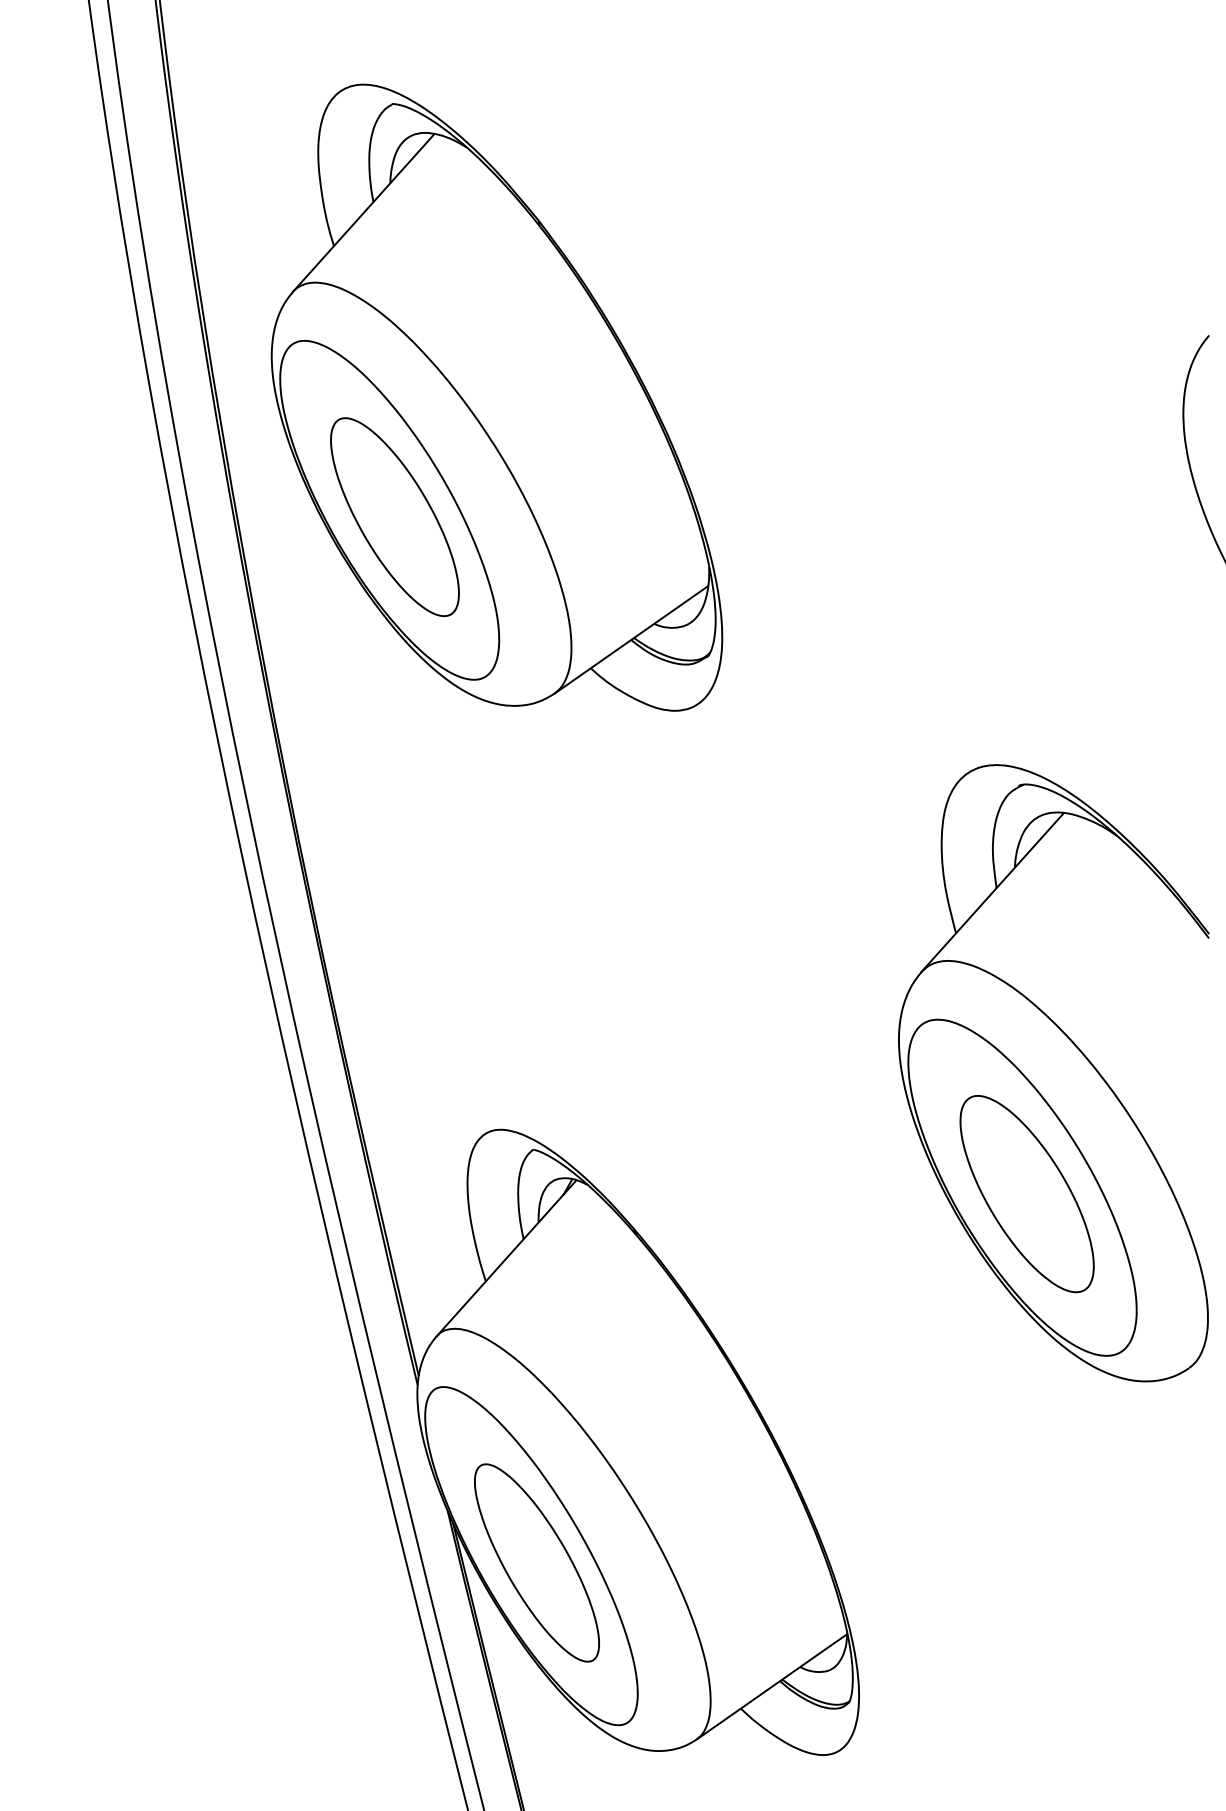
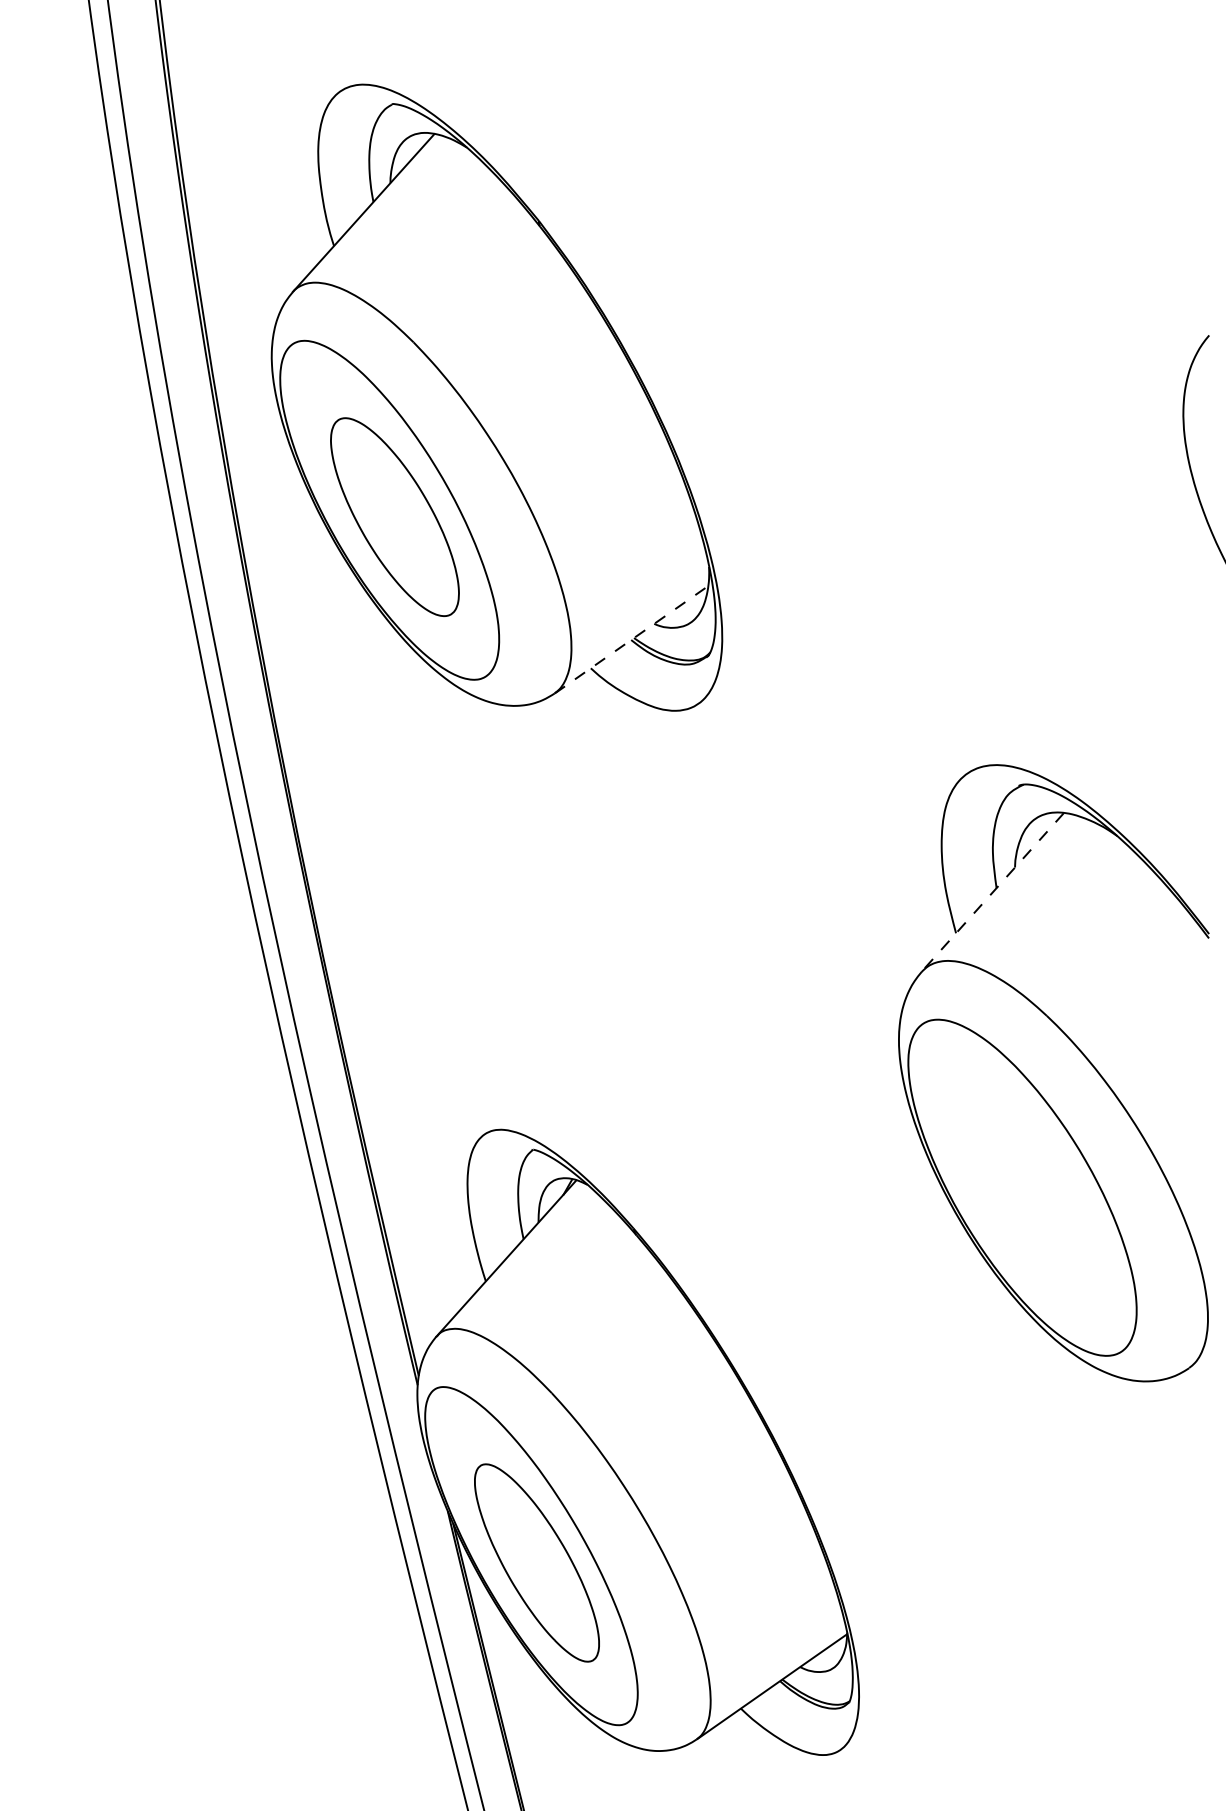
line at (631, 639): solid -> dashed
line at (992, 892): solid -> dashed
part at (1026, 1194): present -> none
